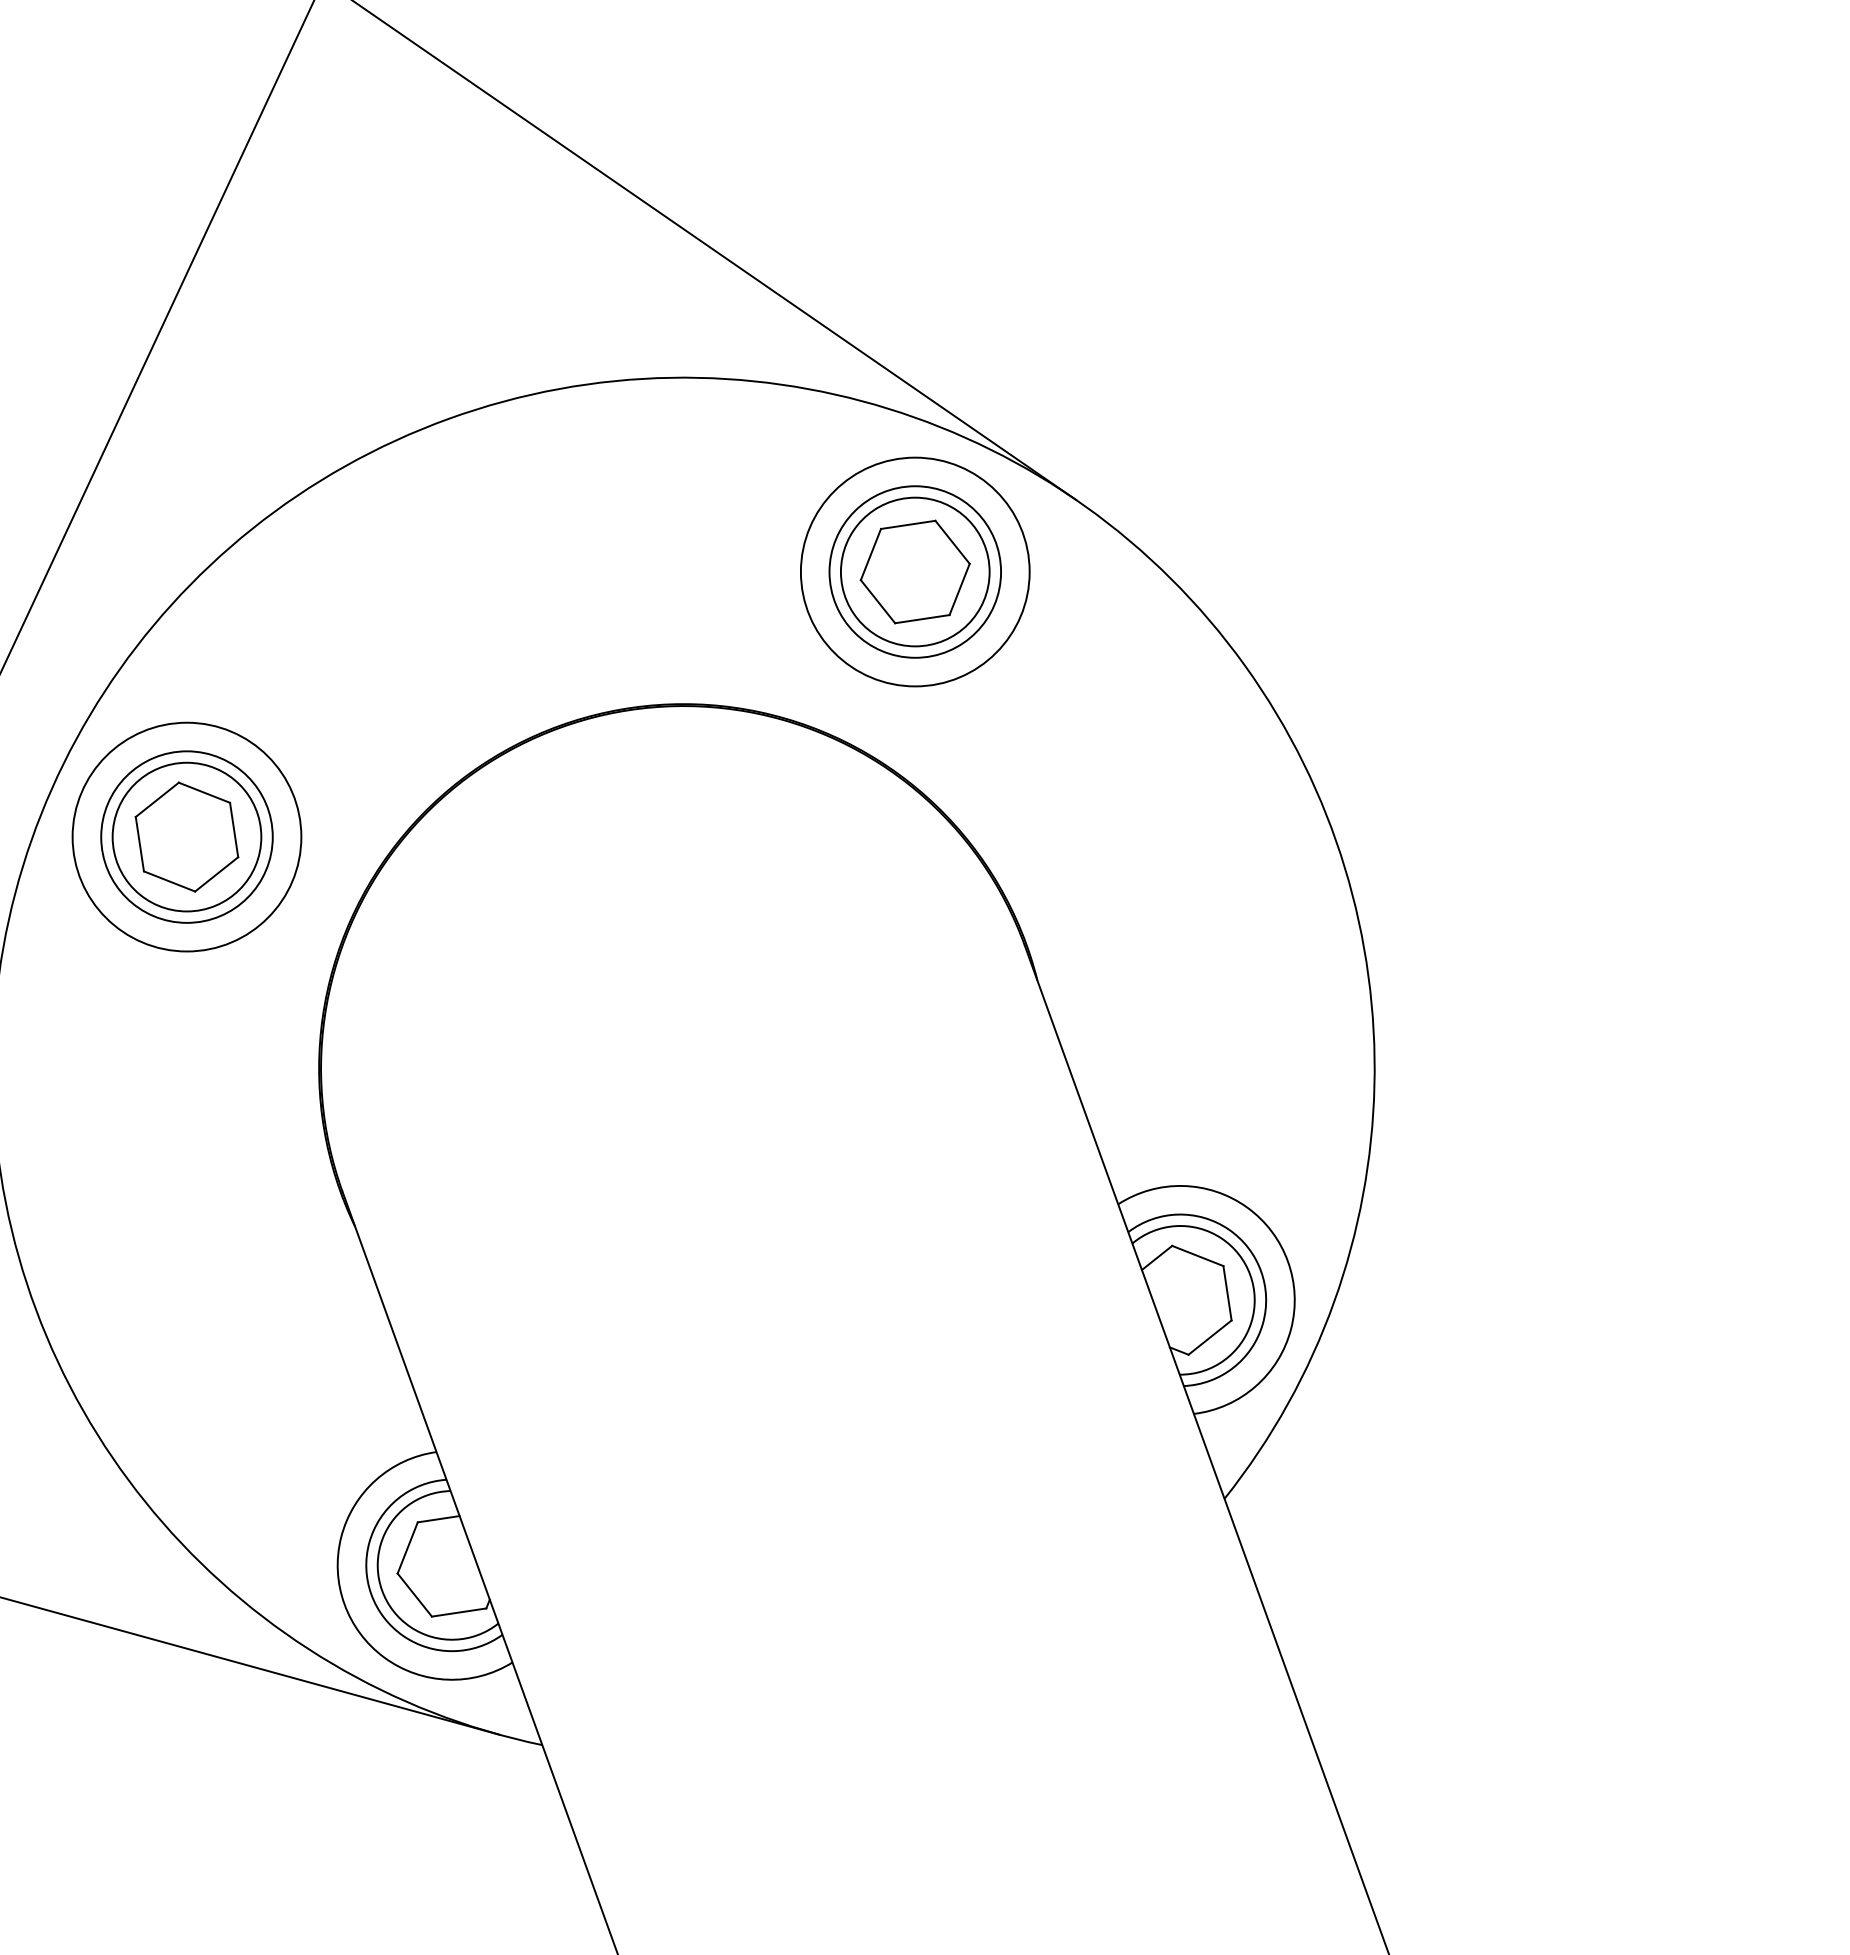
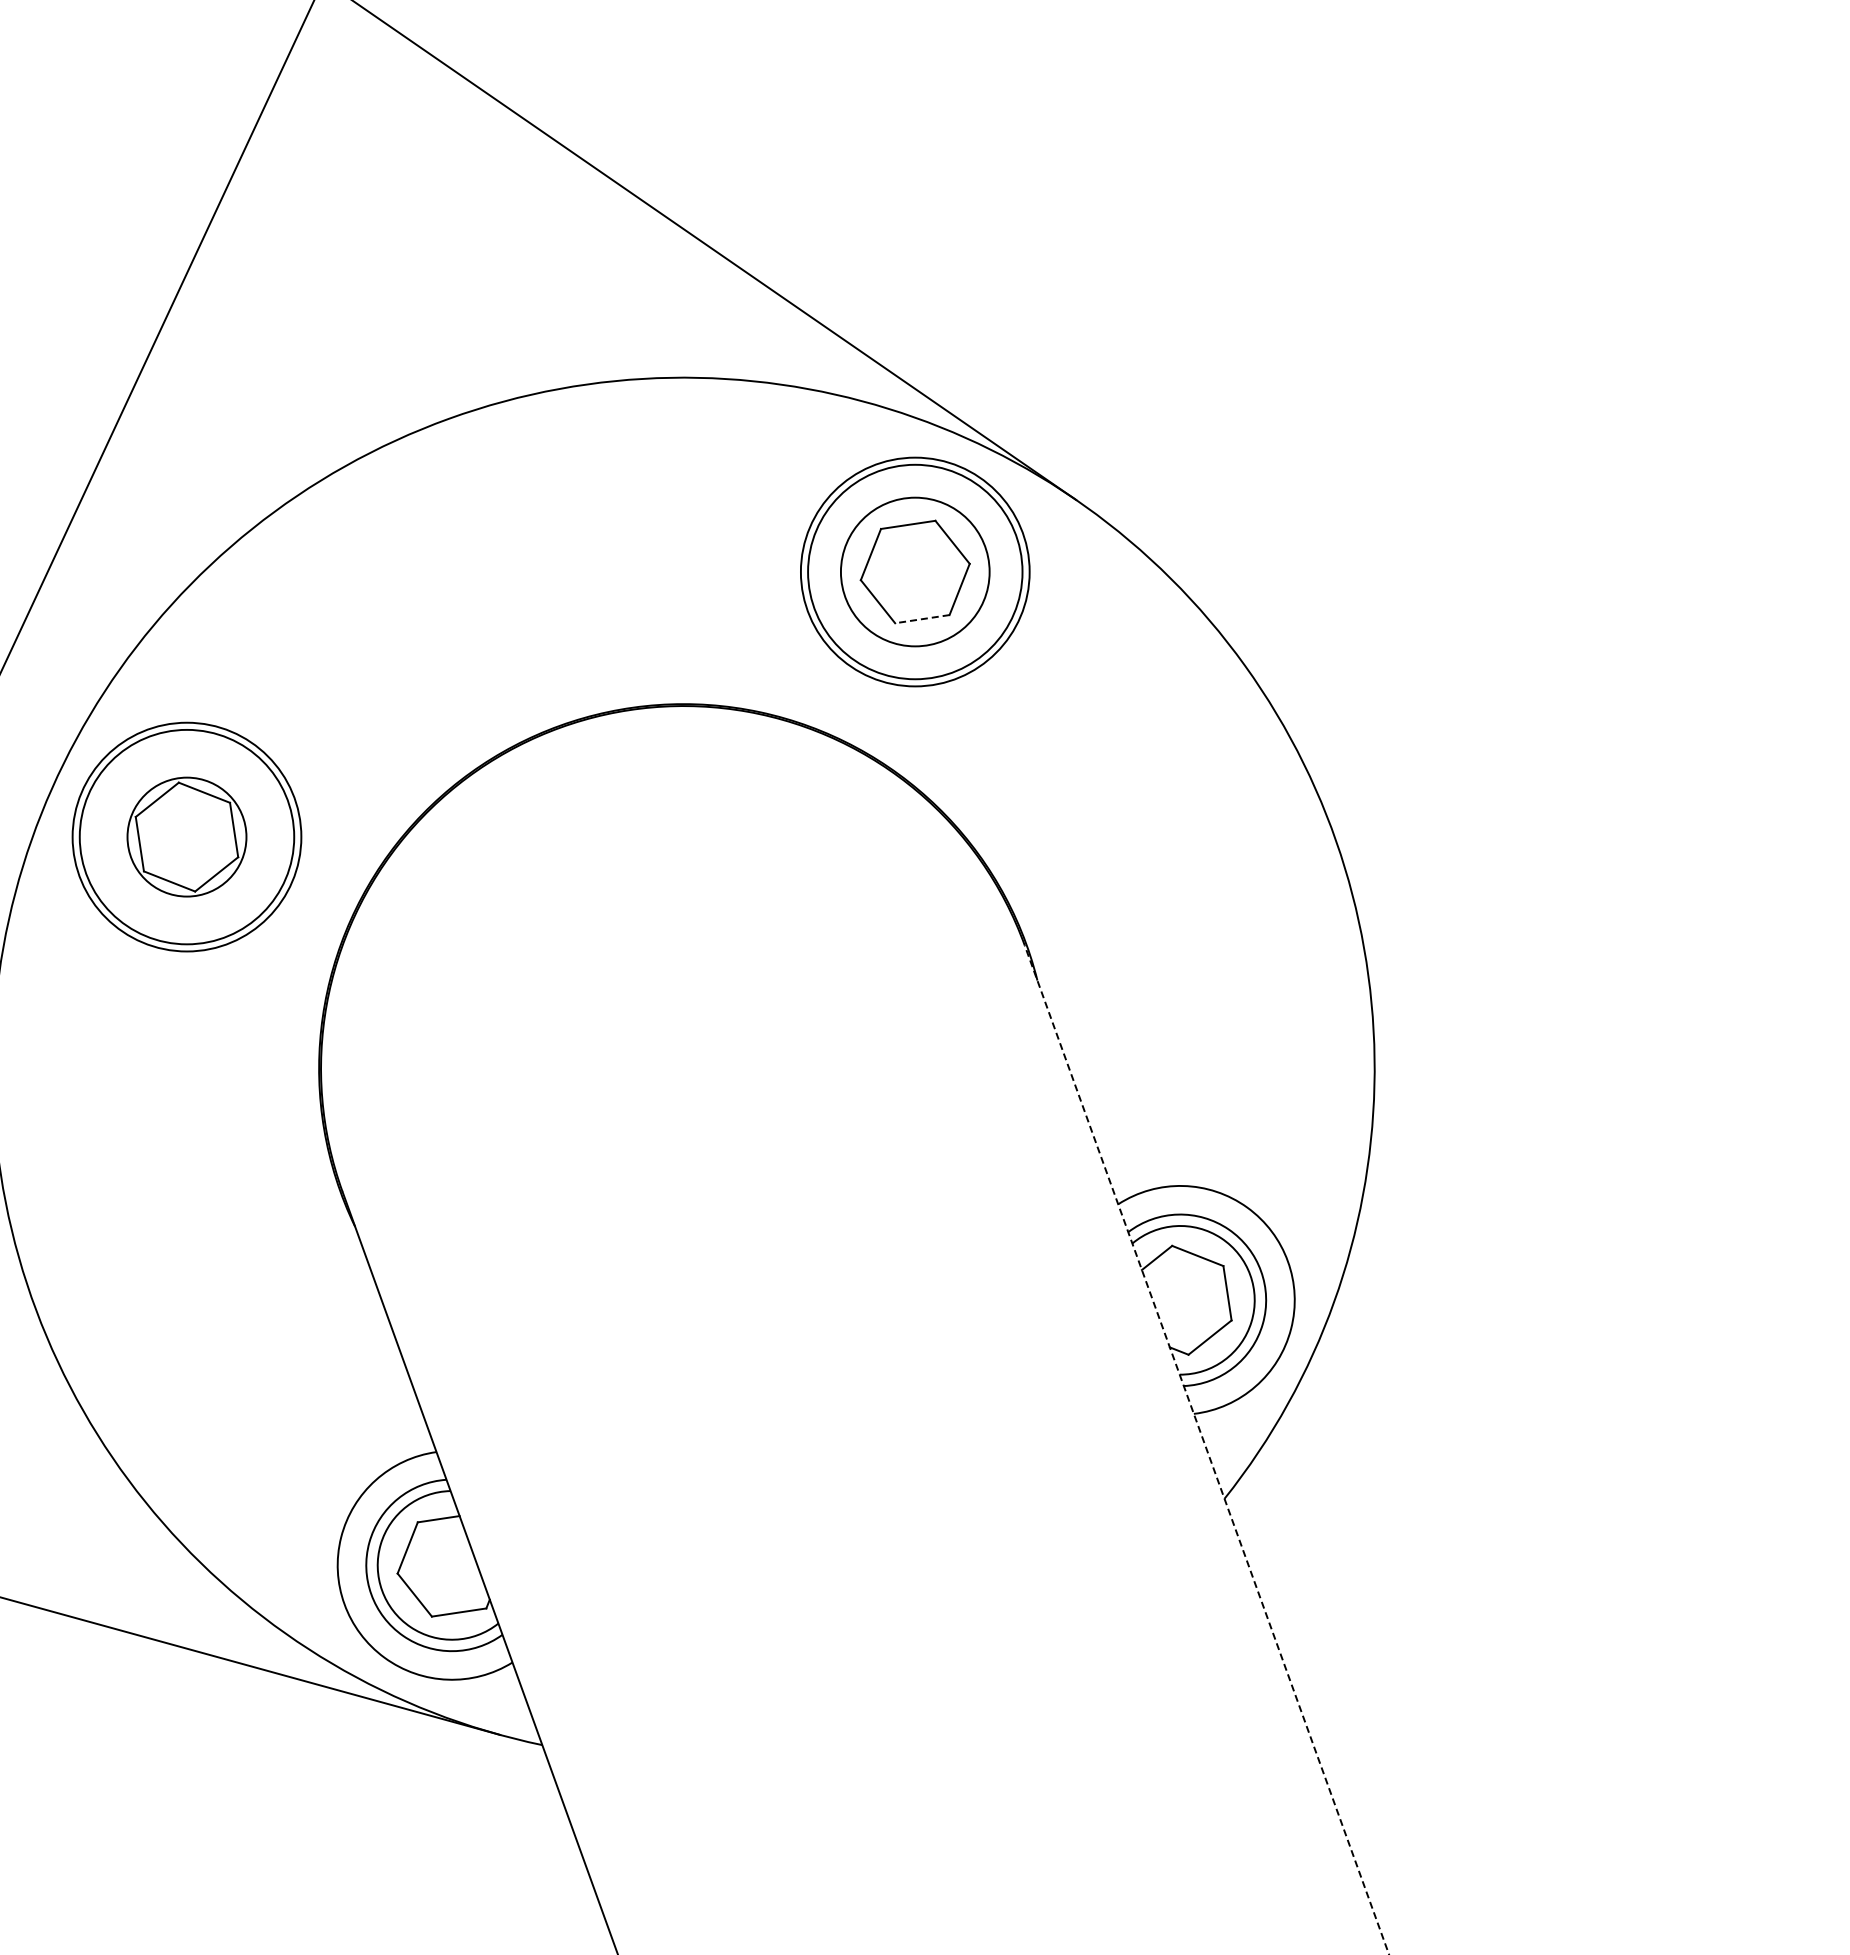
circle at (915, 571) diameter: 172 px -> 214 px
line at (922, 619): solid -> dashed
circle at (186, 836) diameter: 149 px -> 119 px
circle at (186, 836) diameter: 172 px -> 214 px
line at (1206, 1449): solid -> dashed
